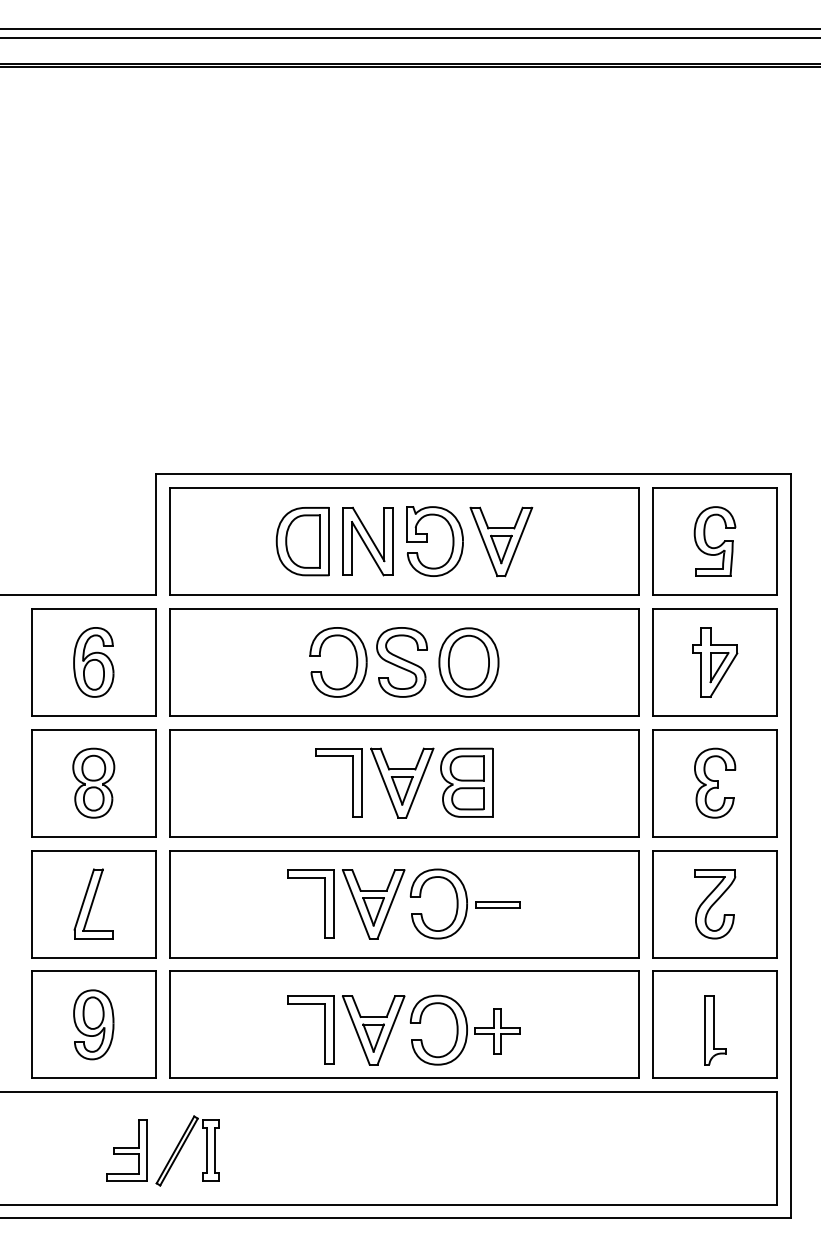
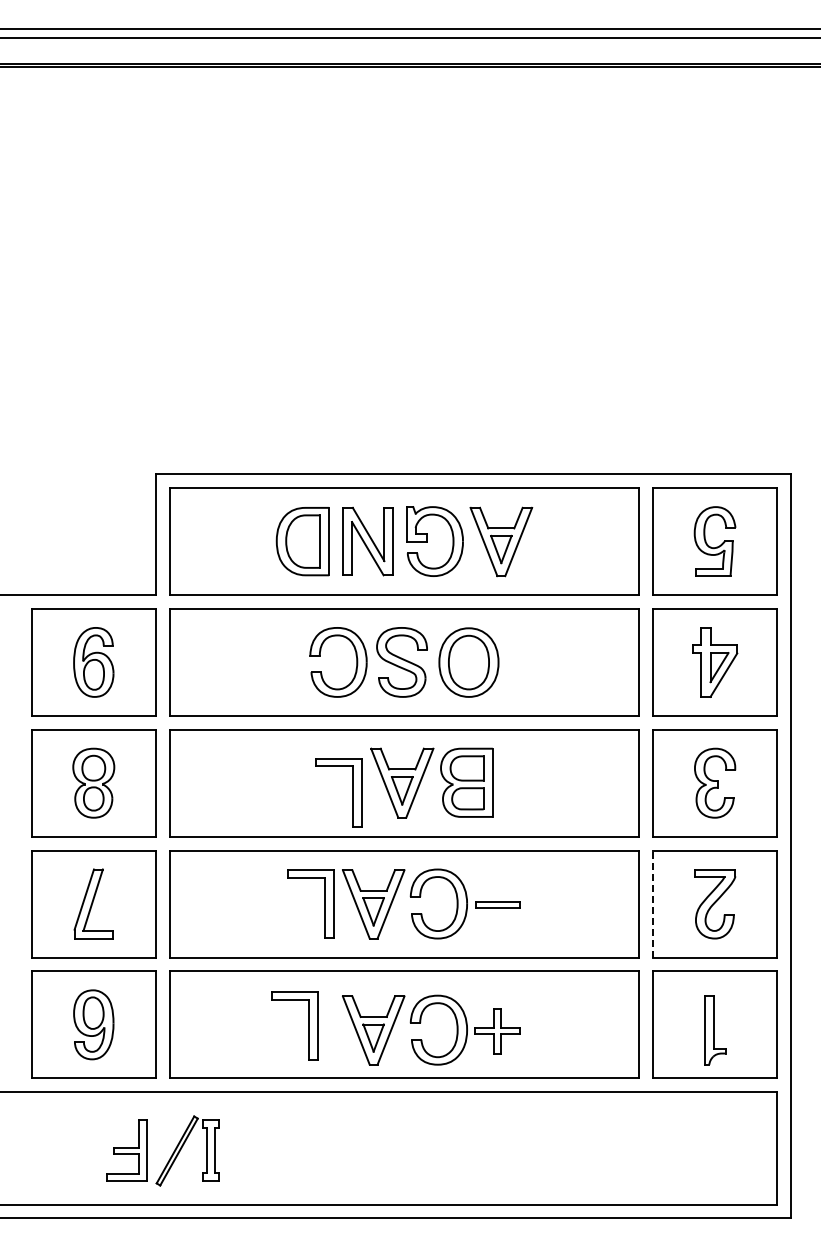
part at (352, 782) position: (352, 782) -> (352, 792)
line at (652, 904): solid -> dashed
part at (324, 1029) position: (324, 1029) -> (308, 1025)
